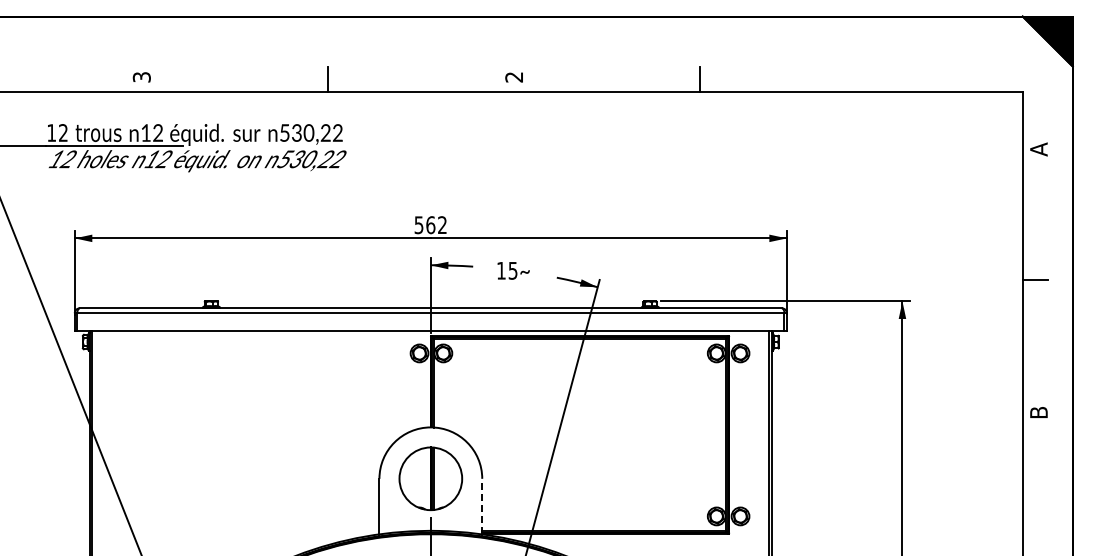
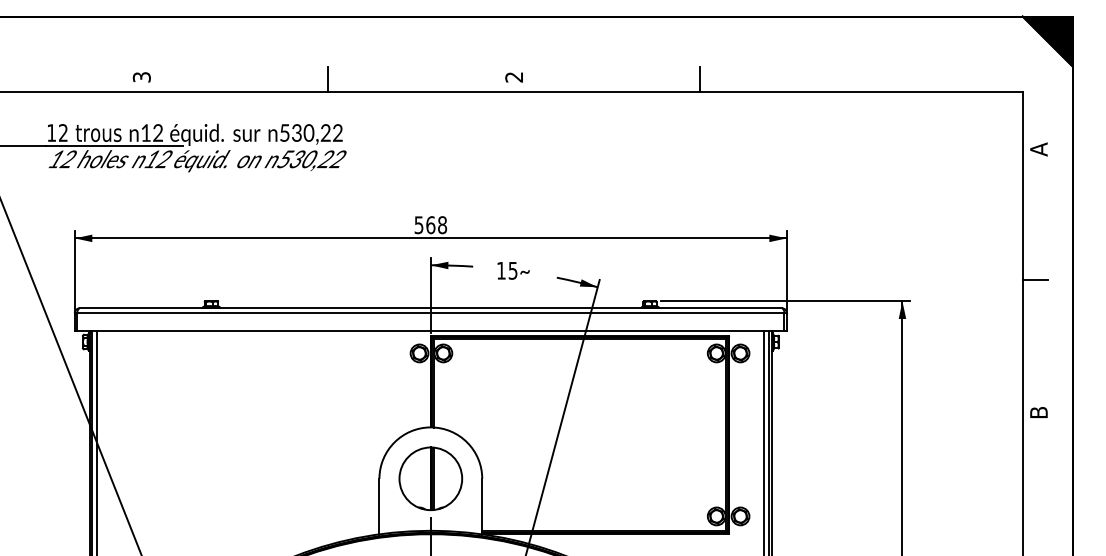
text at (442, 225): 562 -> 568
line at (97, 441): none -> present
line at (764, 441): none -> present
line at (482, 506): dashed -> solid
